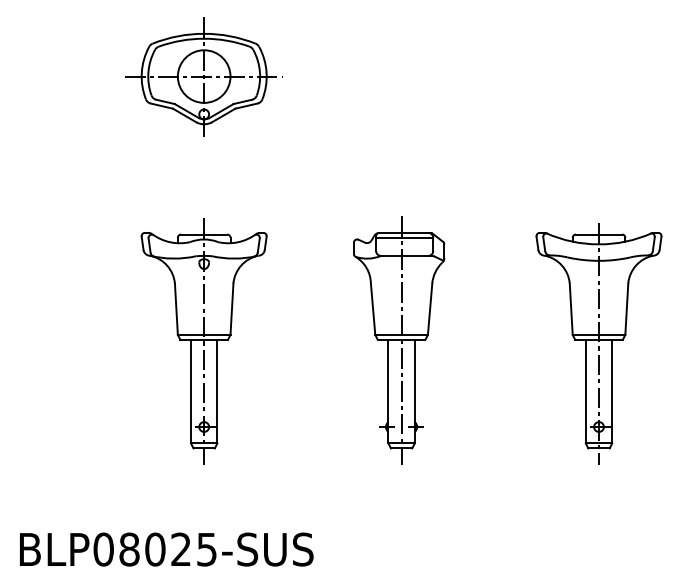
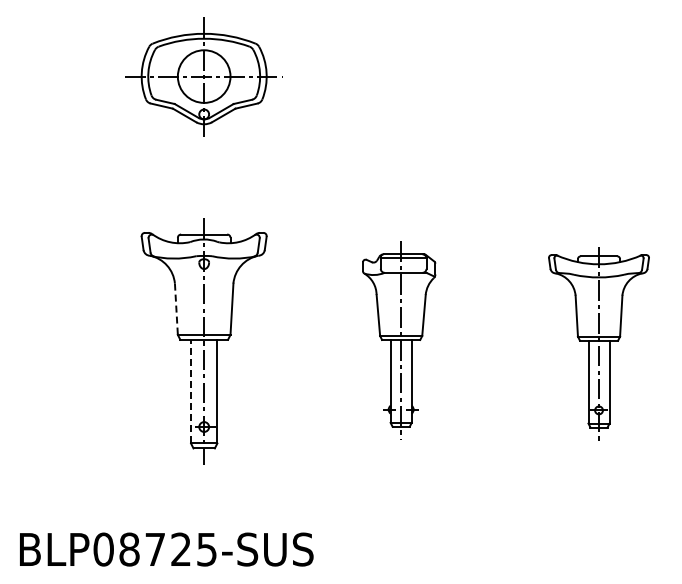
line at (176, 309): solid -> dashed
part at (399, 340) size: 93x249 px -> 75x199 px
part at (598, 343) size: 128x242 px -> 102x194 px
line at (191, 391): solid -> dashed
text at (155, 549): BLP08025-SUS -> BLP08725-SUS
